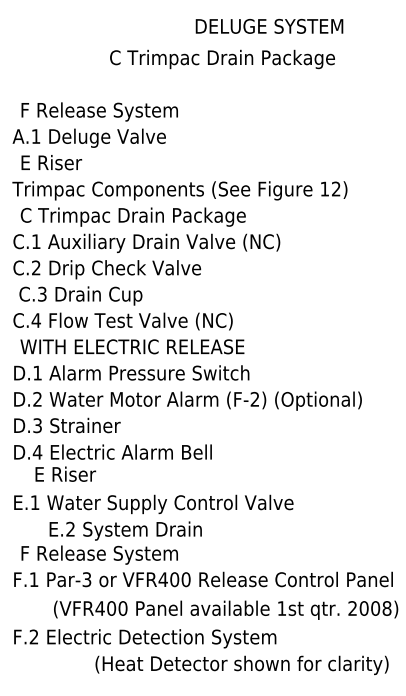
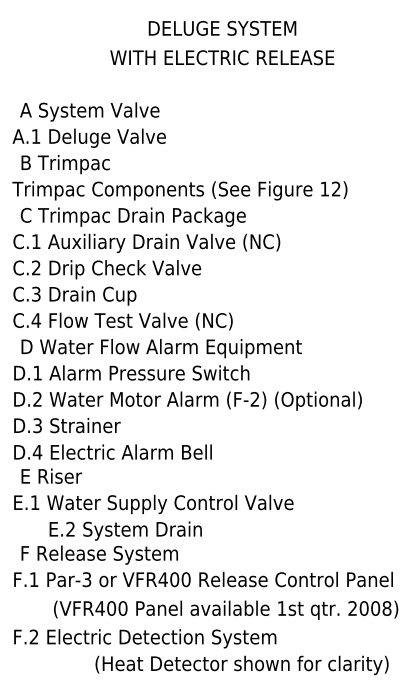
text at (269, 26) position: (269, 26) -> (222, 28)
text at (222, 59): C Trimpac Drain Package -> WITH ELECTRIC RELEASE
text at (98, 111): F Release System -> A System Valve
text at (68, 164): E Riser -> B Trimpac
text at (80, 295) position: (80, 295) -> (74, 295)
text at (160, 348): WITH ELECTRIC RELEASE -> D Water Flow Alarm Equipment
text at (65, 473) position: (65, 473) -> (51, 475)
